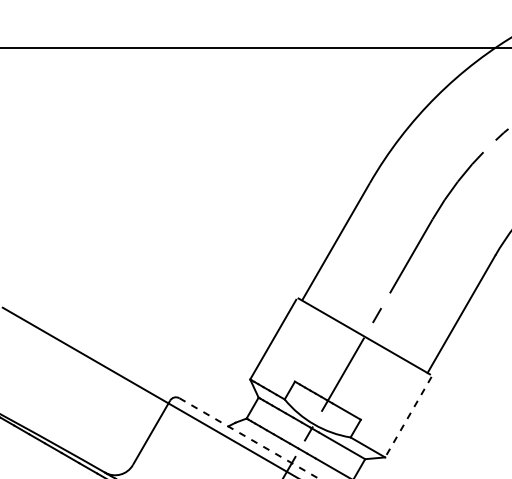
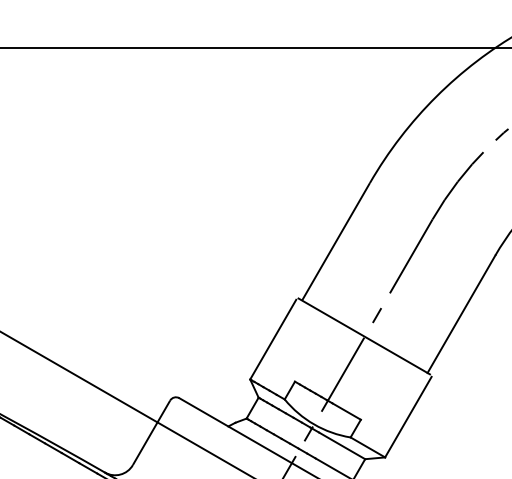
line at (147, 391) position: (147, 391) -> (125, 403)
line at (408, 417): dashed -> solid
line at (249, 438): dashed -> solid
